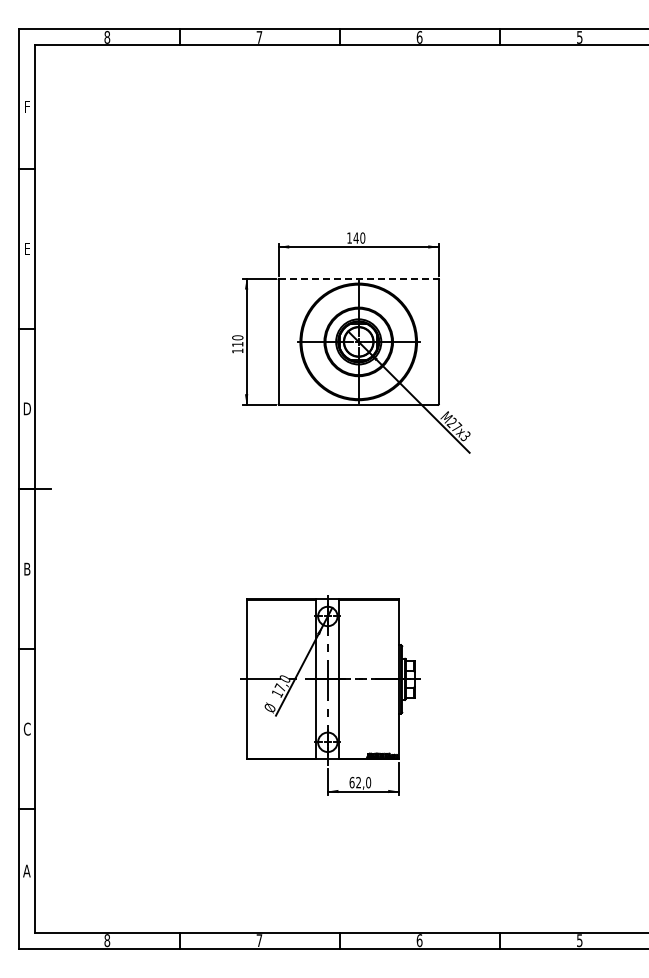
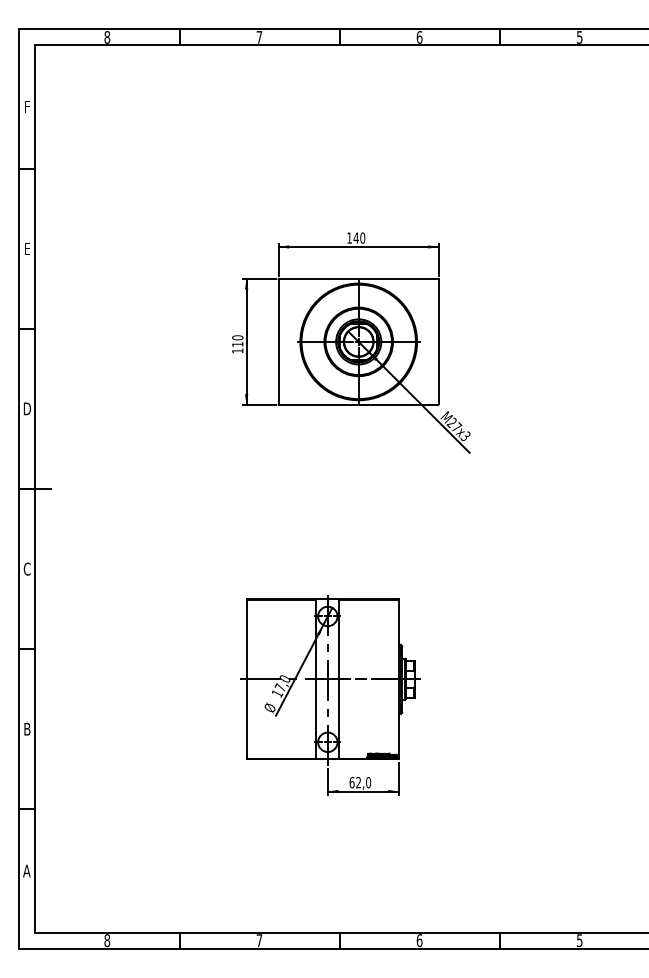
line at (358, 278): dashed -> solid
text at (26, 568): B -> C
text at (26, 728): C -> B
